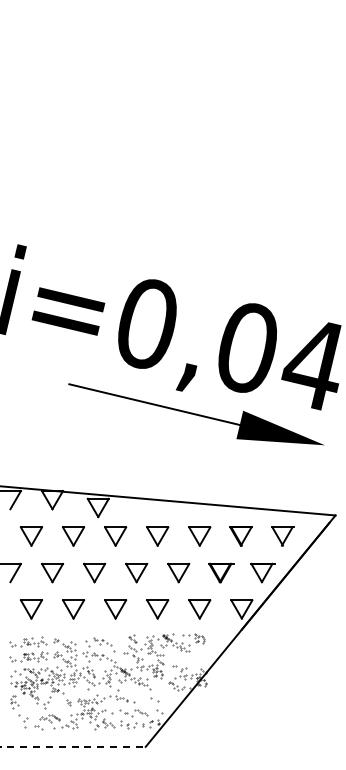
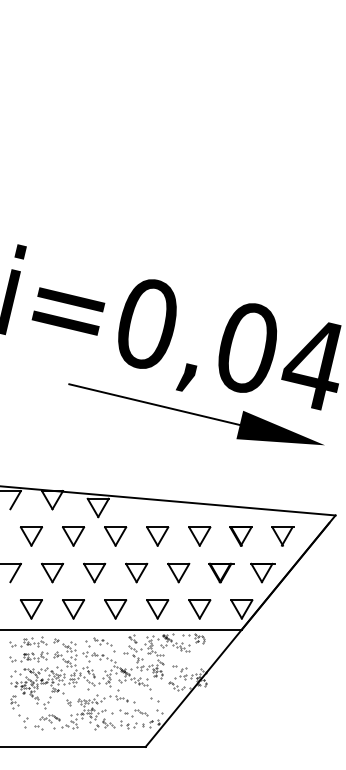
line at (121, 630): none -> present
line at (73, 746): dashed -> solid
